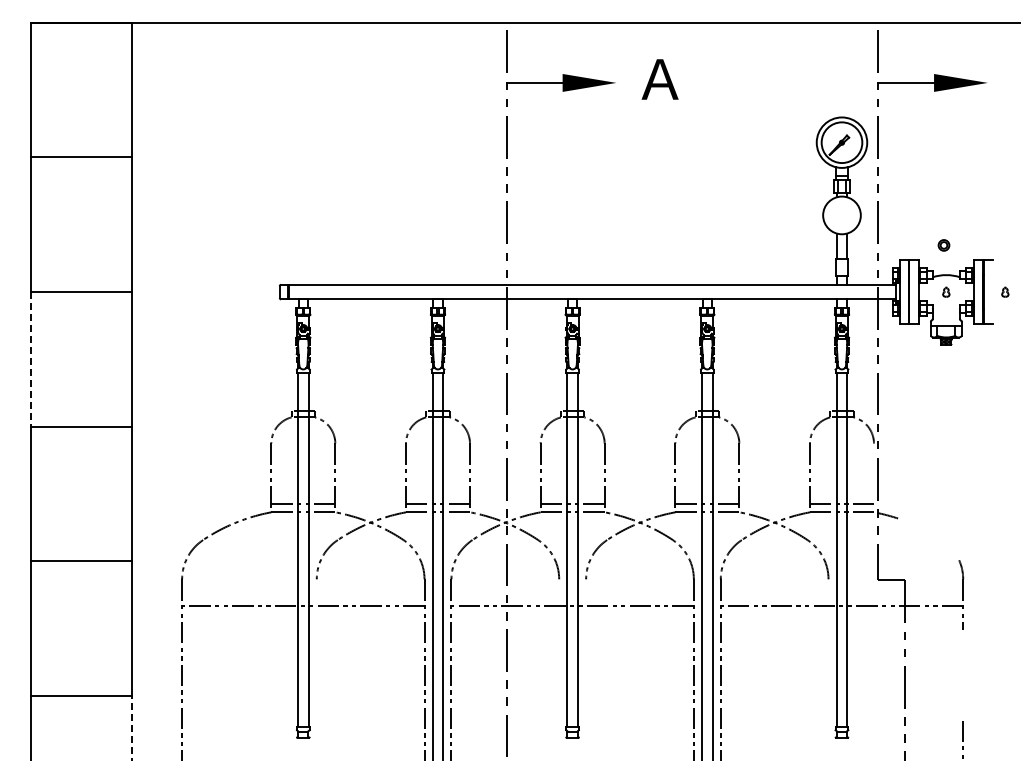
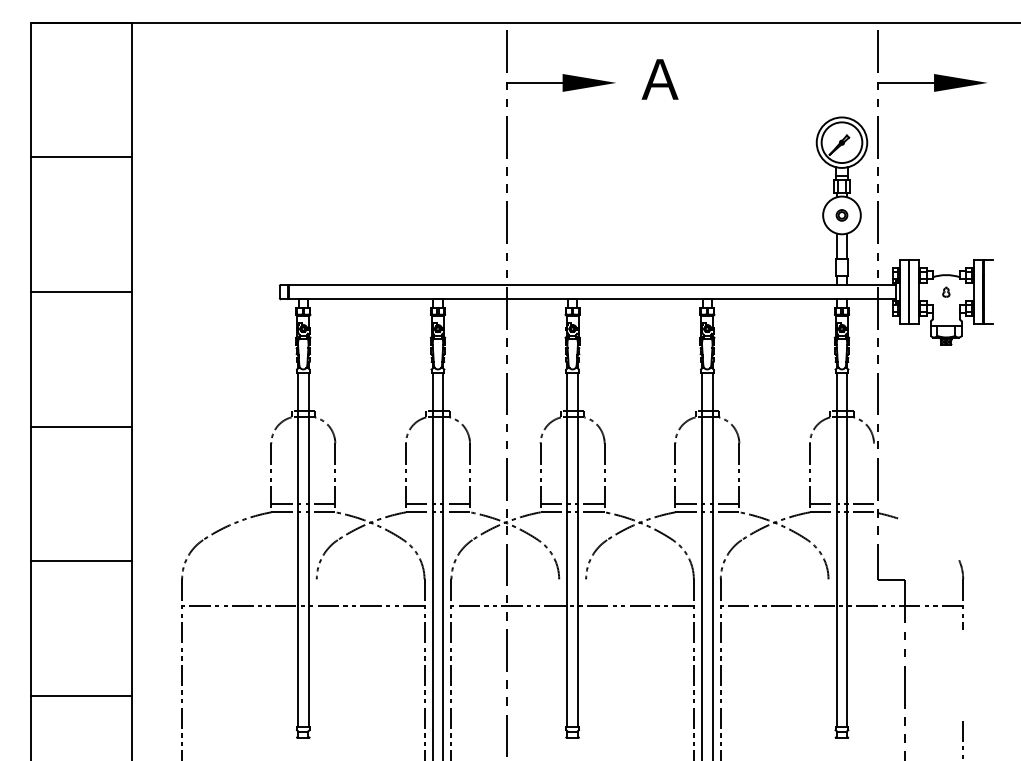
part at (943, 245) position: (943, 245) -> (841, 215)
part at (1005, 291): present -> none
line at (30, 359): dashed -> solid
line at (131, 727): dashed -> solid
